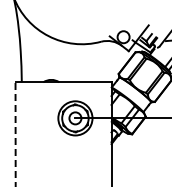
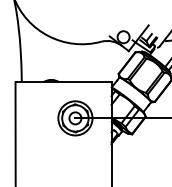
line at (15, 134): dashed -> solid
